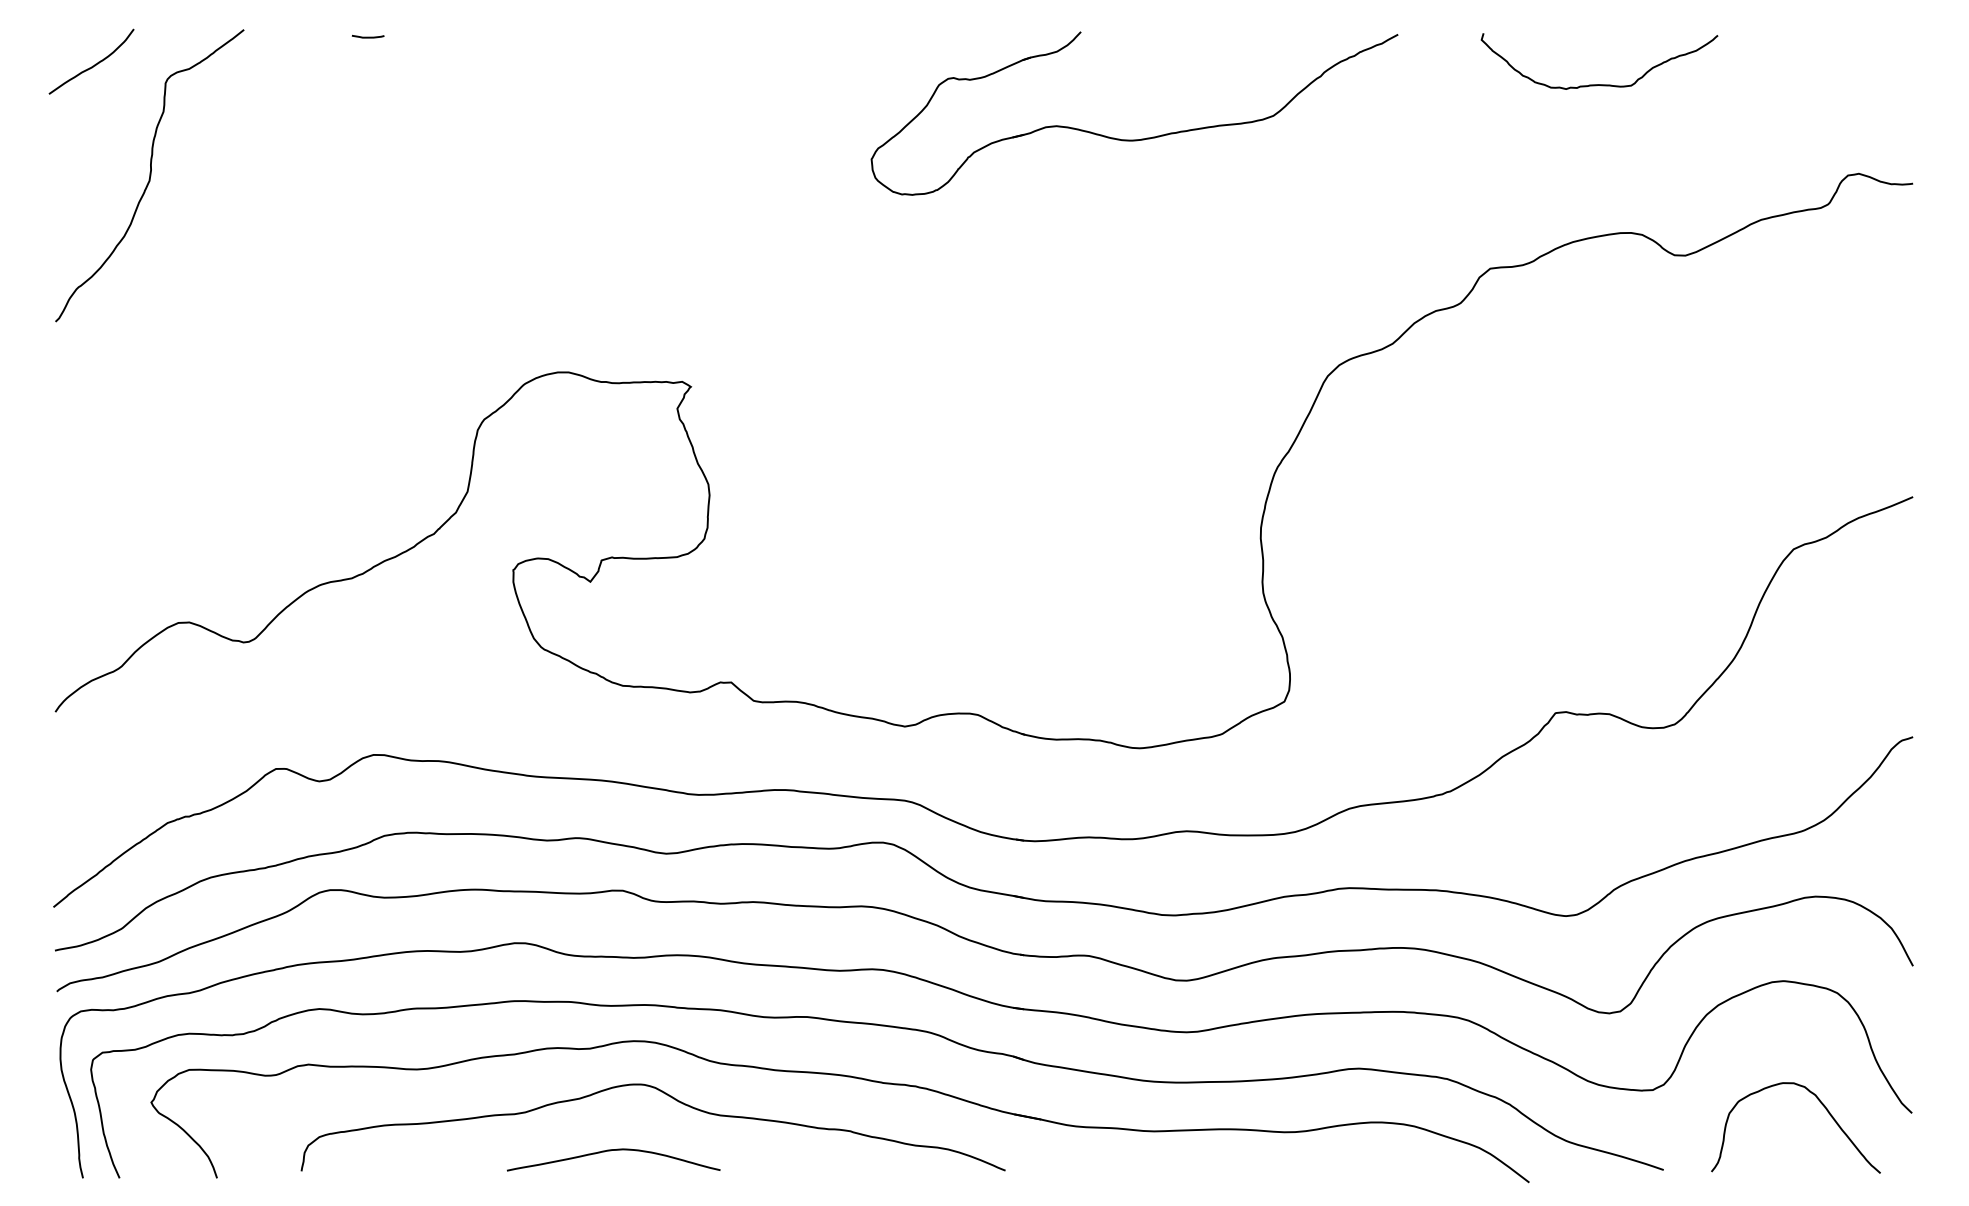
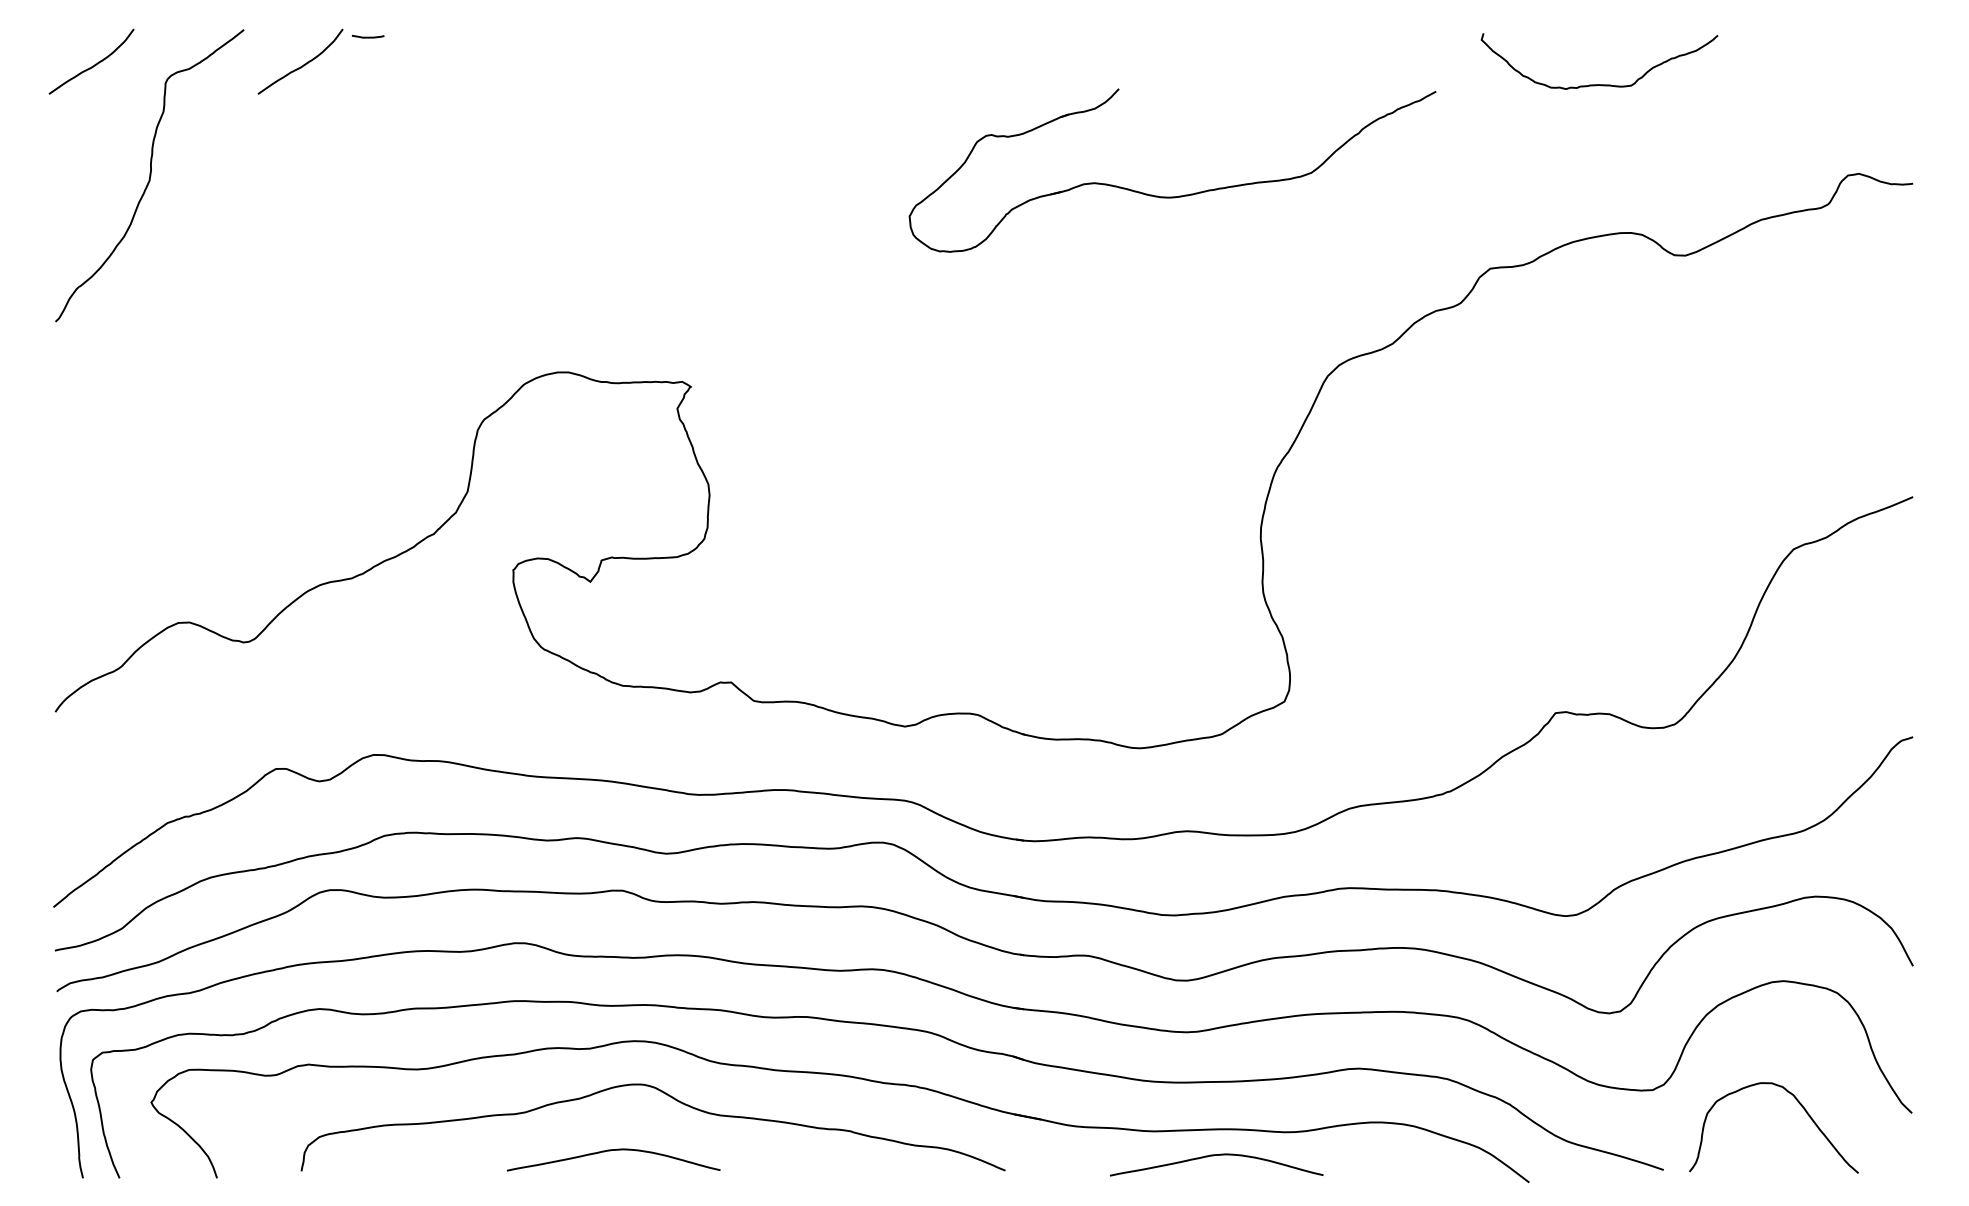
curve at (301, 65): none -> present
part at (1141, 138) position: (1141, 138) -> (1179, 195)
curve at (1820, 1103) position: (1820, 1103) -> (1798, 1103)
curve at (1213, 1156): none -> present
